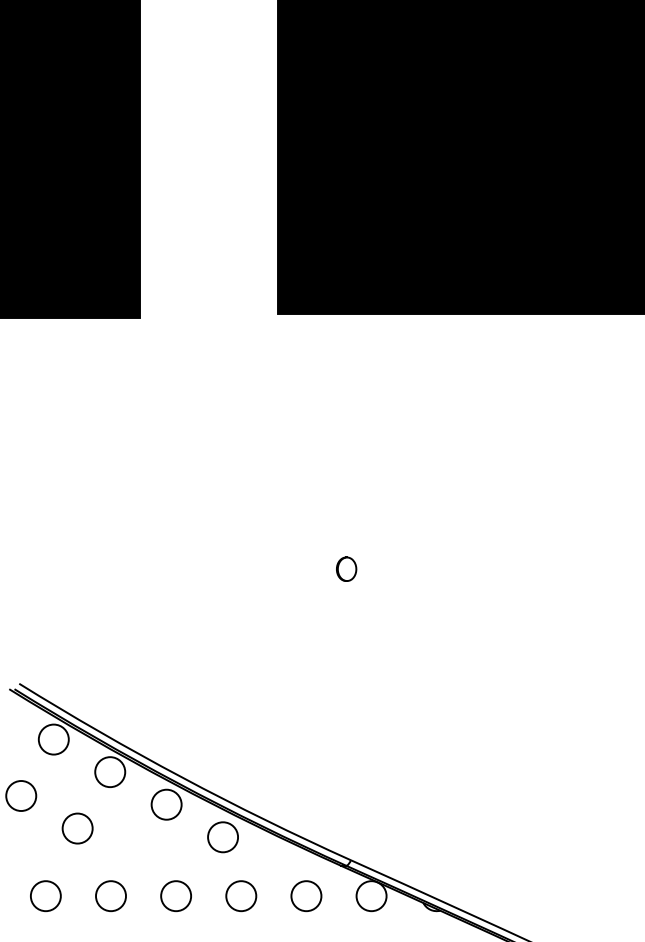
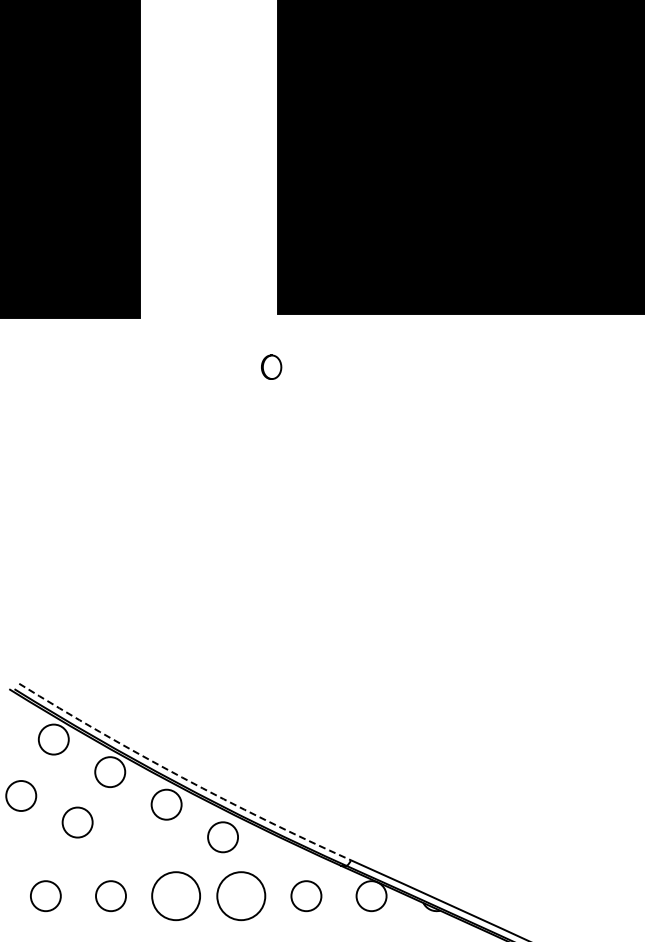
part at (346, 568) position: (346, 568) -> (271, 366)
arc at (182, 777): solid -> dashed
circle at (77, 828) position: (77, 828) -> (77, 822)
circle at (176, 896) diameter: 30 px -> 48 px
circle at (241, 896) diameter: 30 px -> 48 px
